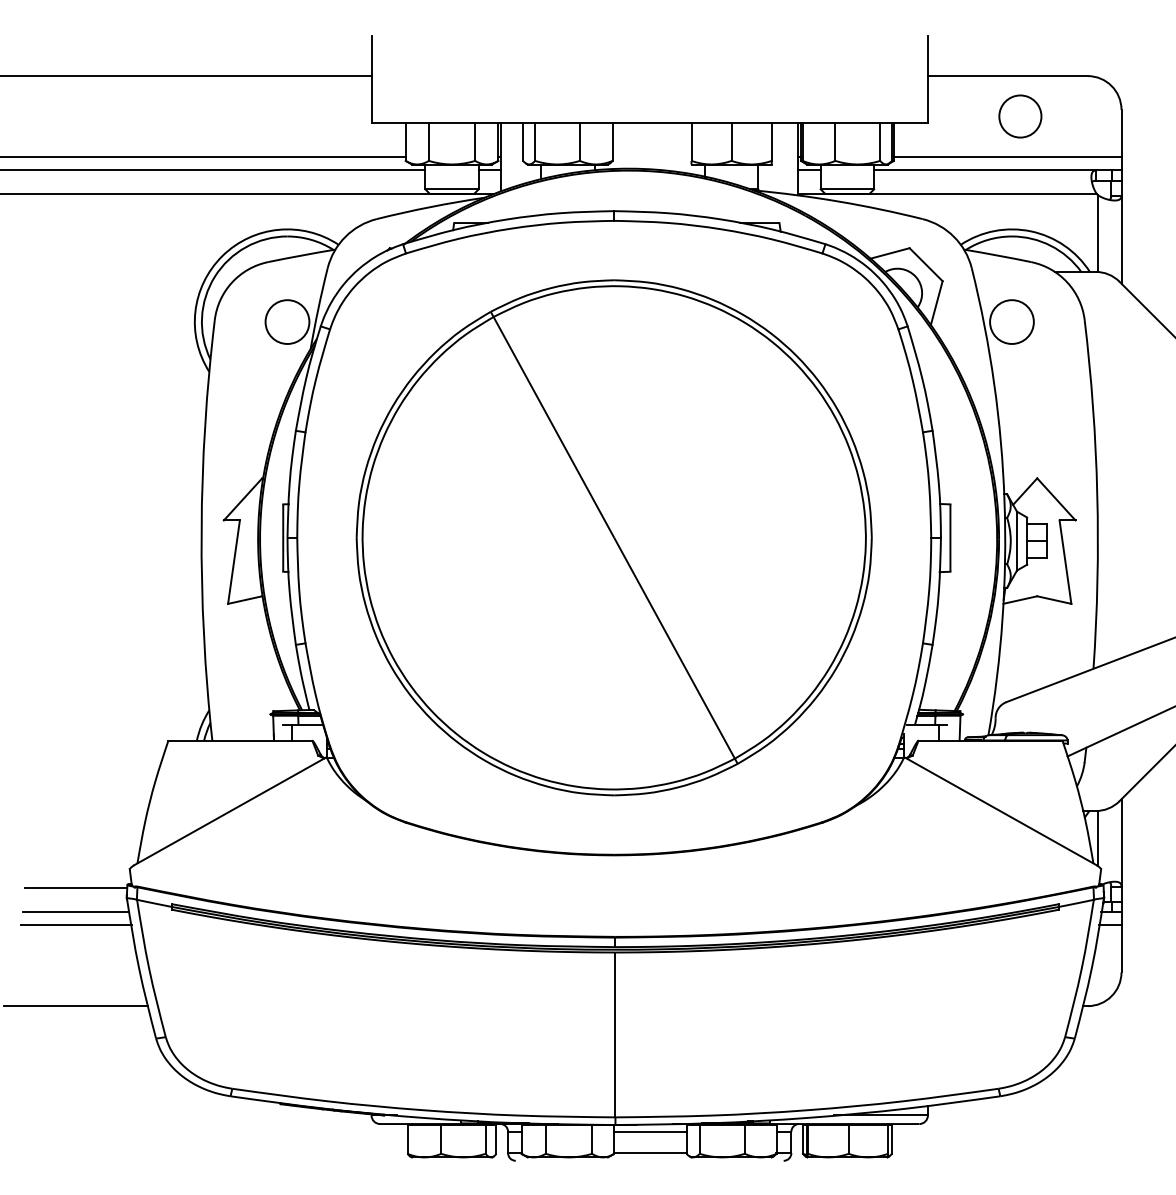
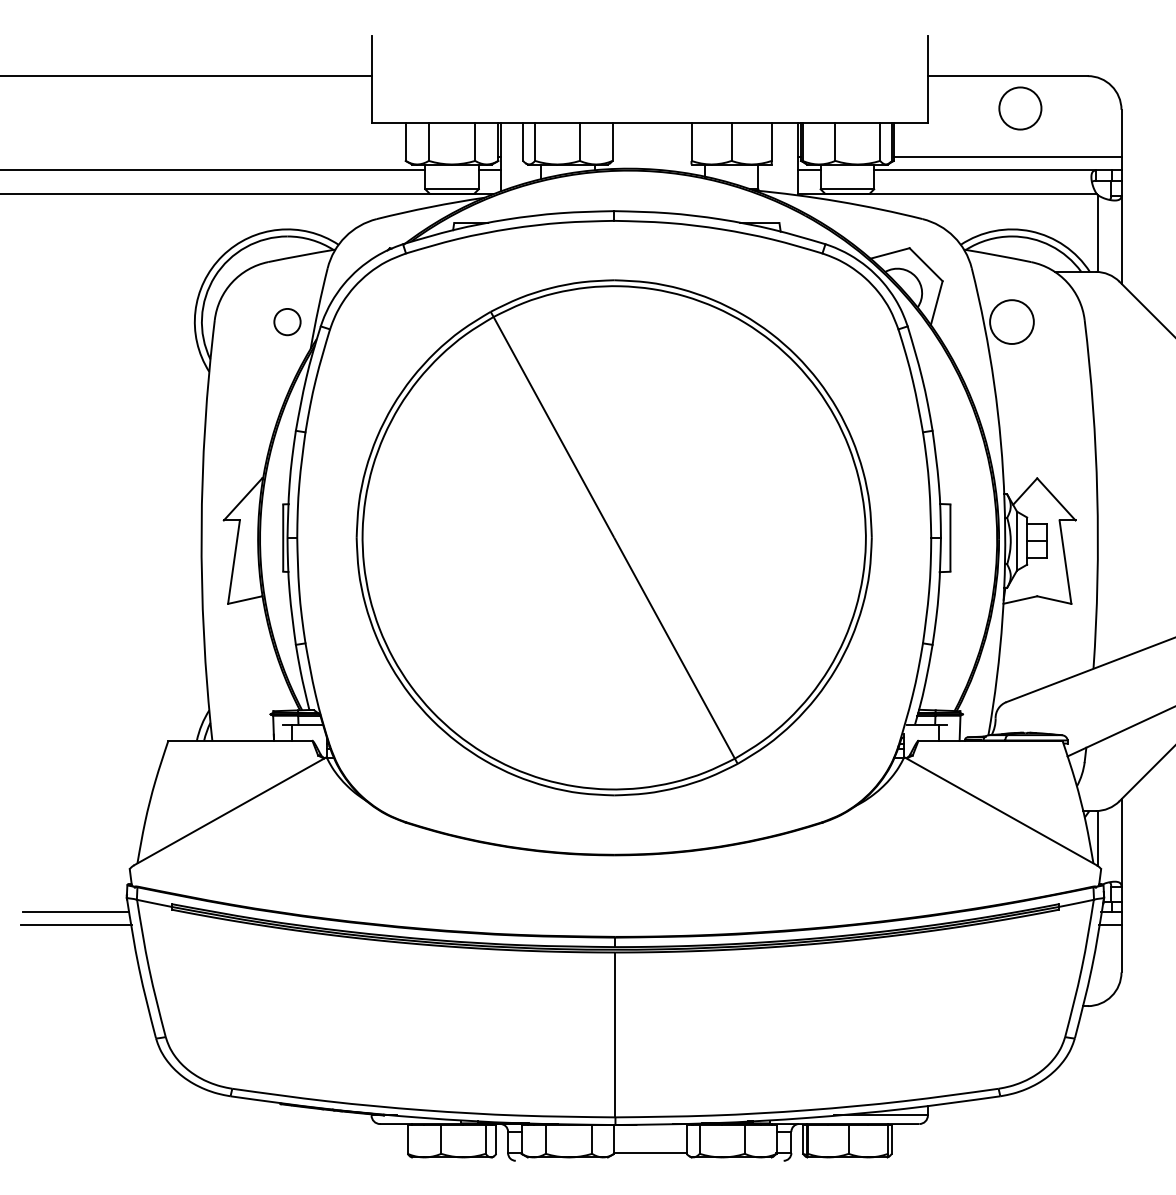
circle at (1020, 116) position: (1020, 116) -> (1020, 108)
line at (203, 156): present -> none
circle at (287, 321) diameter: 44 px -> 26 px
line at (76, 888): present -> none
line at (76, 1006): present -> none
line at (650, 1131): present -> none
